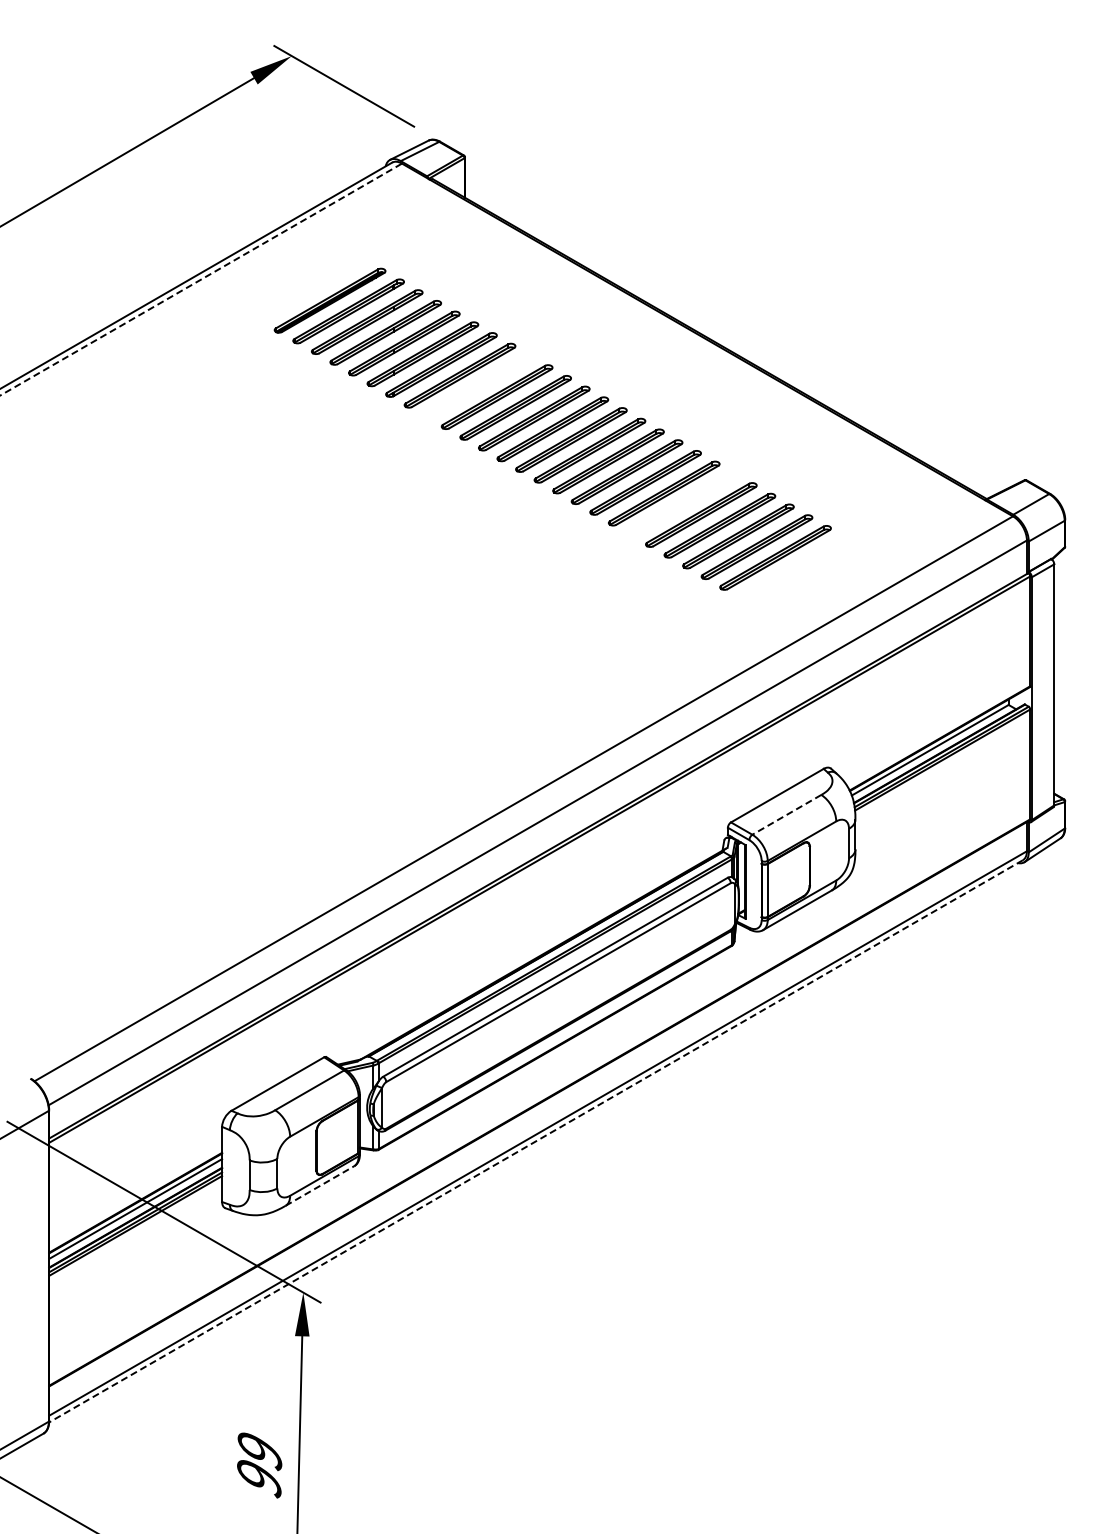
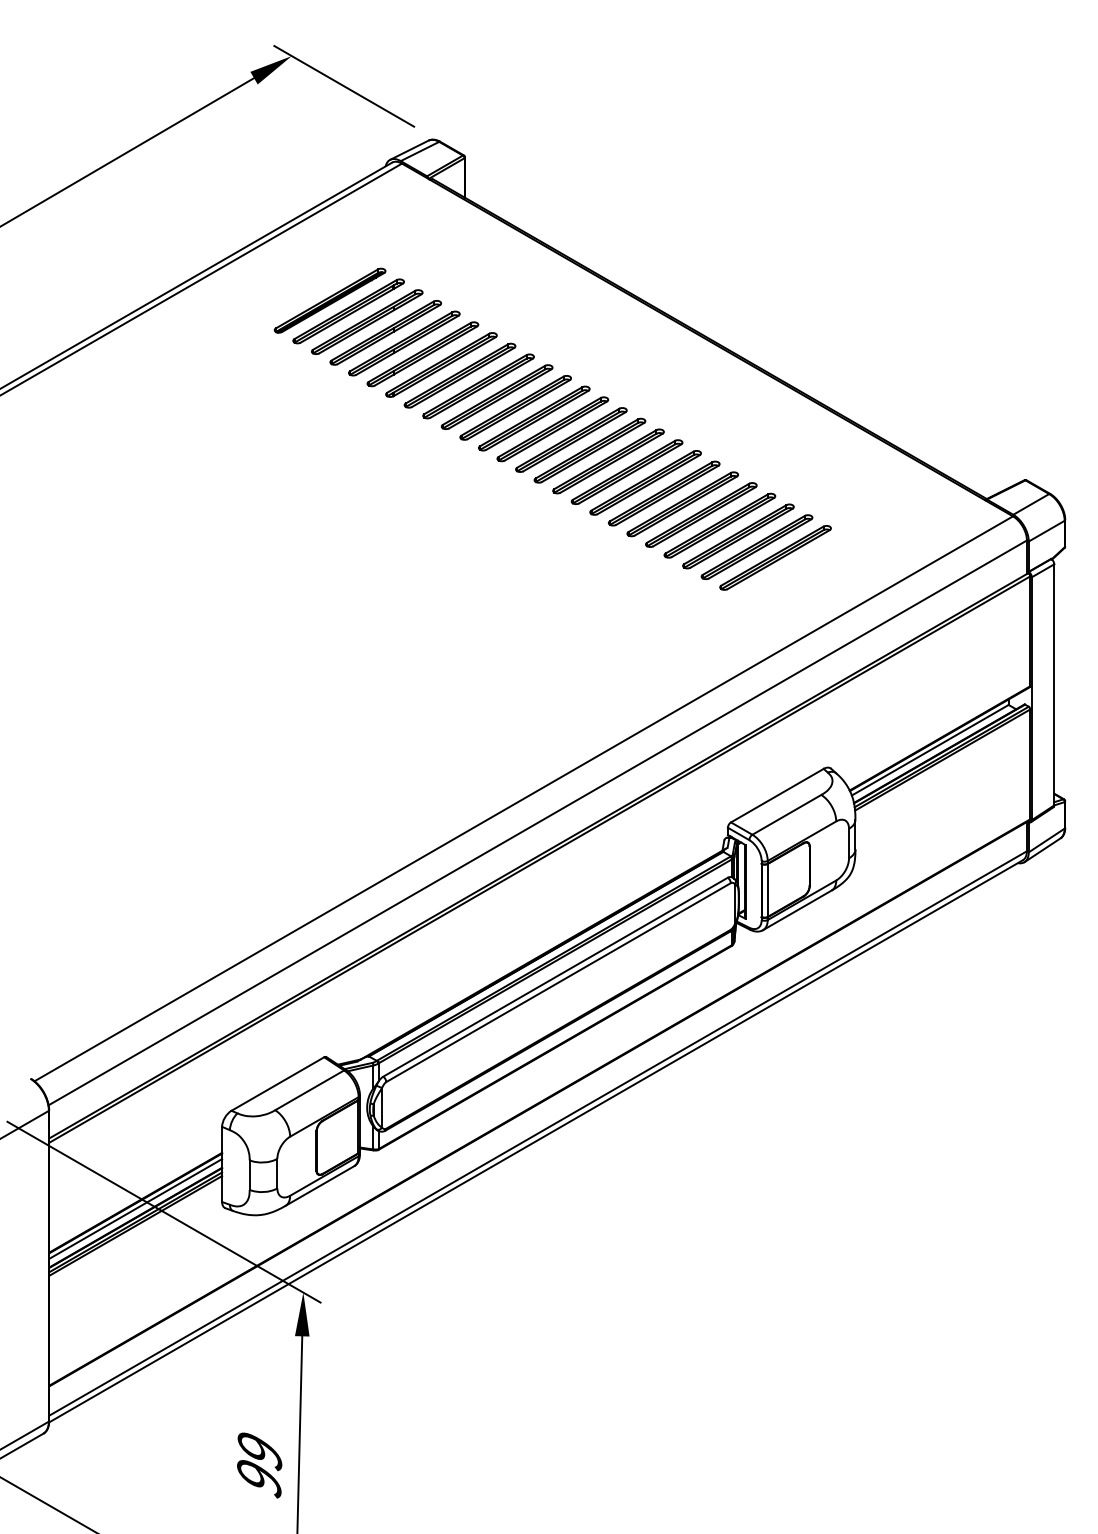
line at (201, 279): dashed -> solid
part at (478, 386): none -> present
part at (682, 504): none -> present
line at (786, 814): dashed -> solid
line at (535, 1141): dashed -> solid
line at (319, 1186): dashed -> solid
